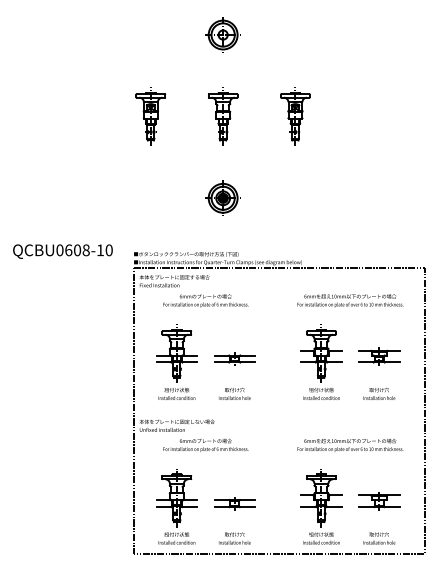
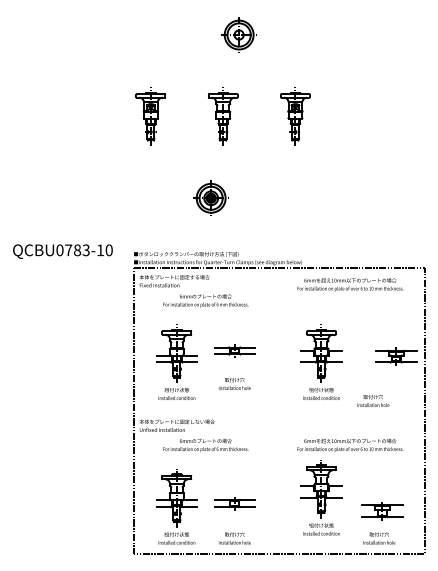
part at (222, 34) position: (222, 34) -> (238, 34)
part at (222, 197) position: (222, 197) -> (210, 197)
text at (77, 250): QCBU0608-10 -> QCBU0783-10
text at (350, 300) position: (350, 300) -> (350, 284)
part at (379, 356) position: (379, 356) -> (396, 356)
part at (234, 358) position: (234, 358) -> (234, 350)
text at (234, 393) position: (234, 393) -> (234, 383)
text at (379, 393) position: (379, 393) -> (373, 400)
part at (379, 501) position: (379, 501) -> (382, 511)
part at (321, 506) position: (321, 506) -> (321, 497)
